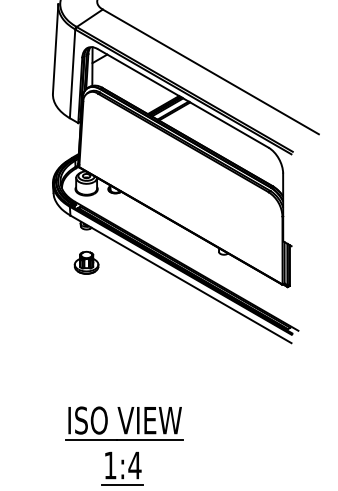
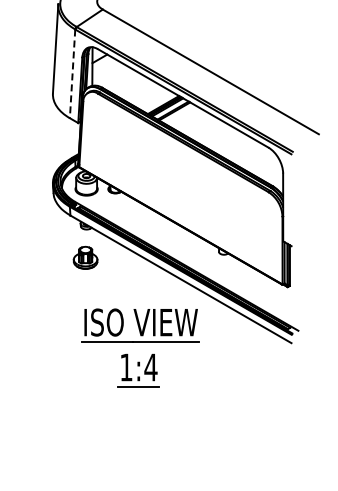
line at (72, 74): solid -> dashed
part at (86, 262) position: (86, 262) -> (85, 257)
part at (124, 445) position: (124, 445) -> (140, 347)
